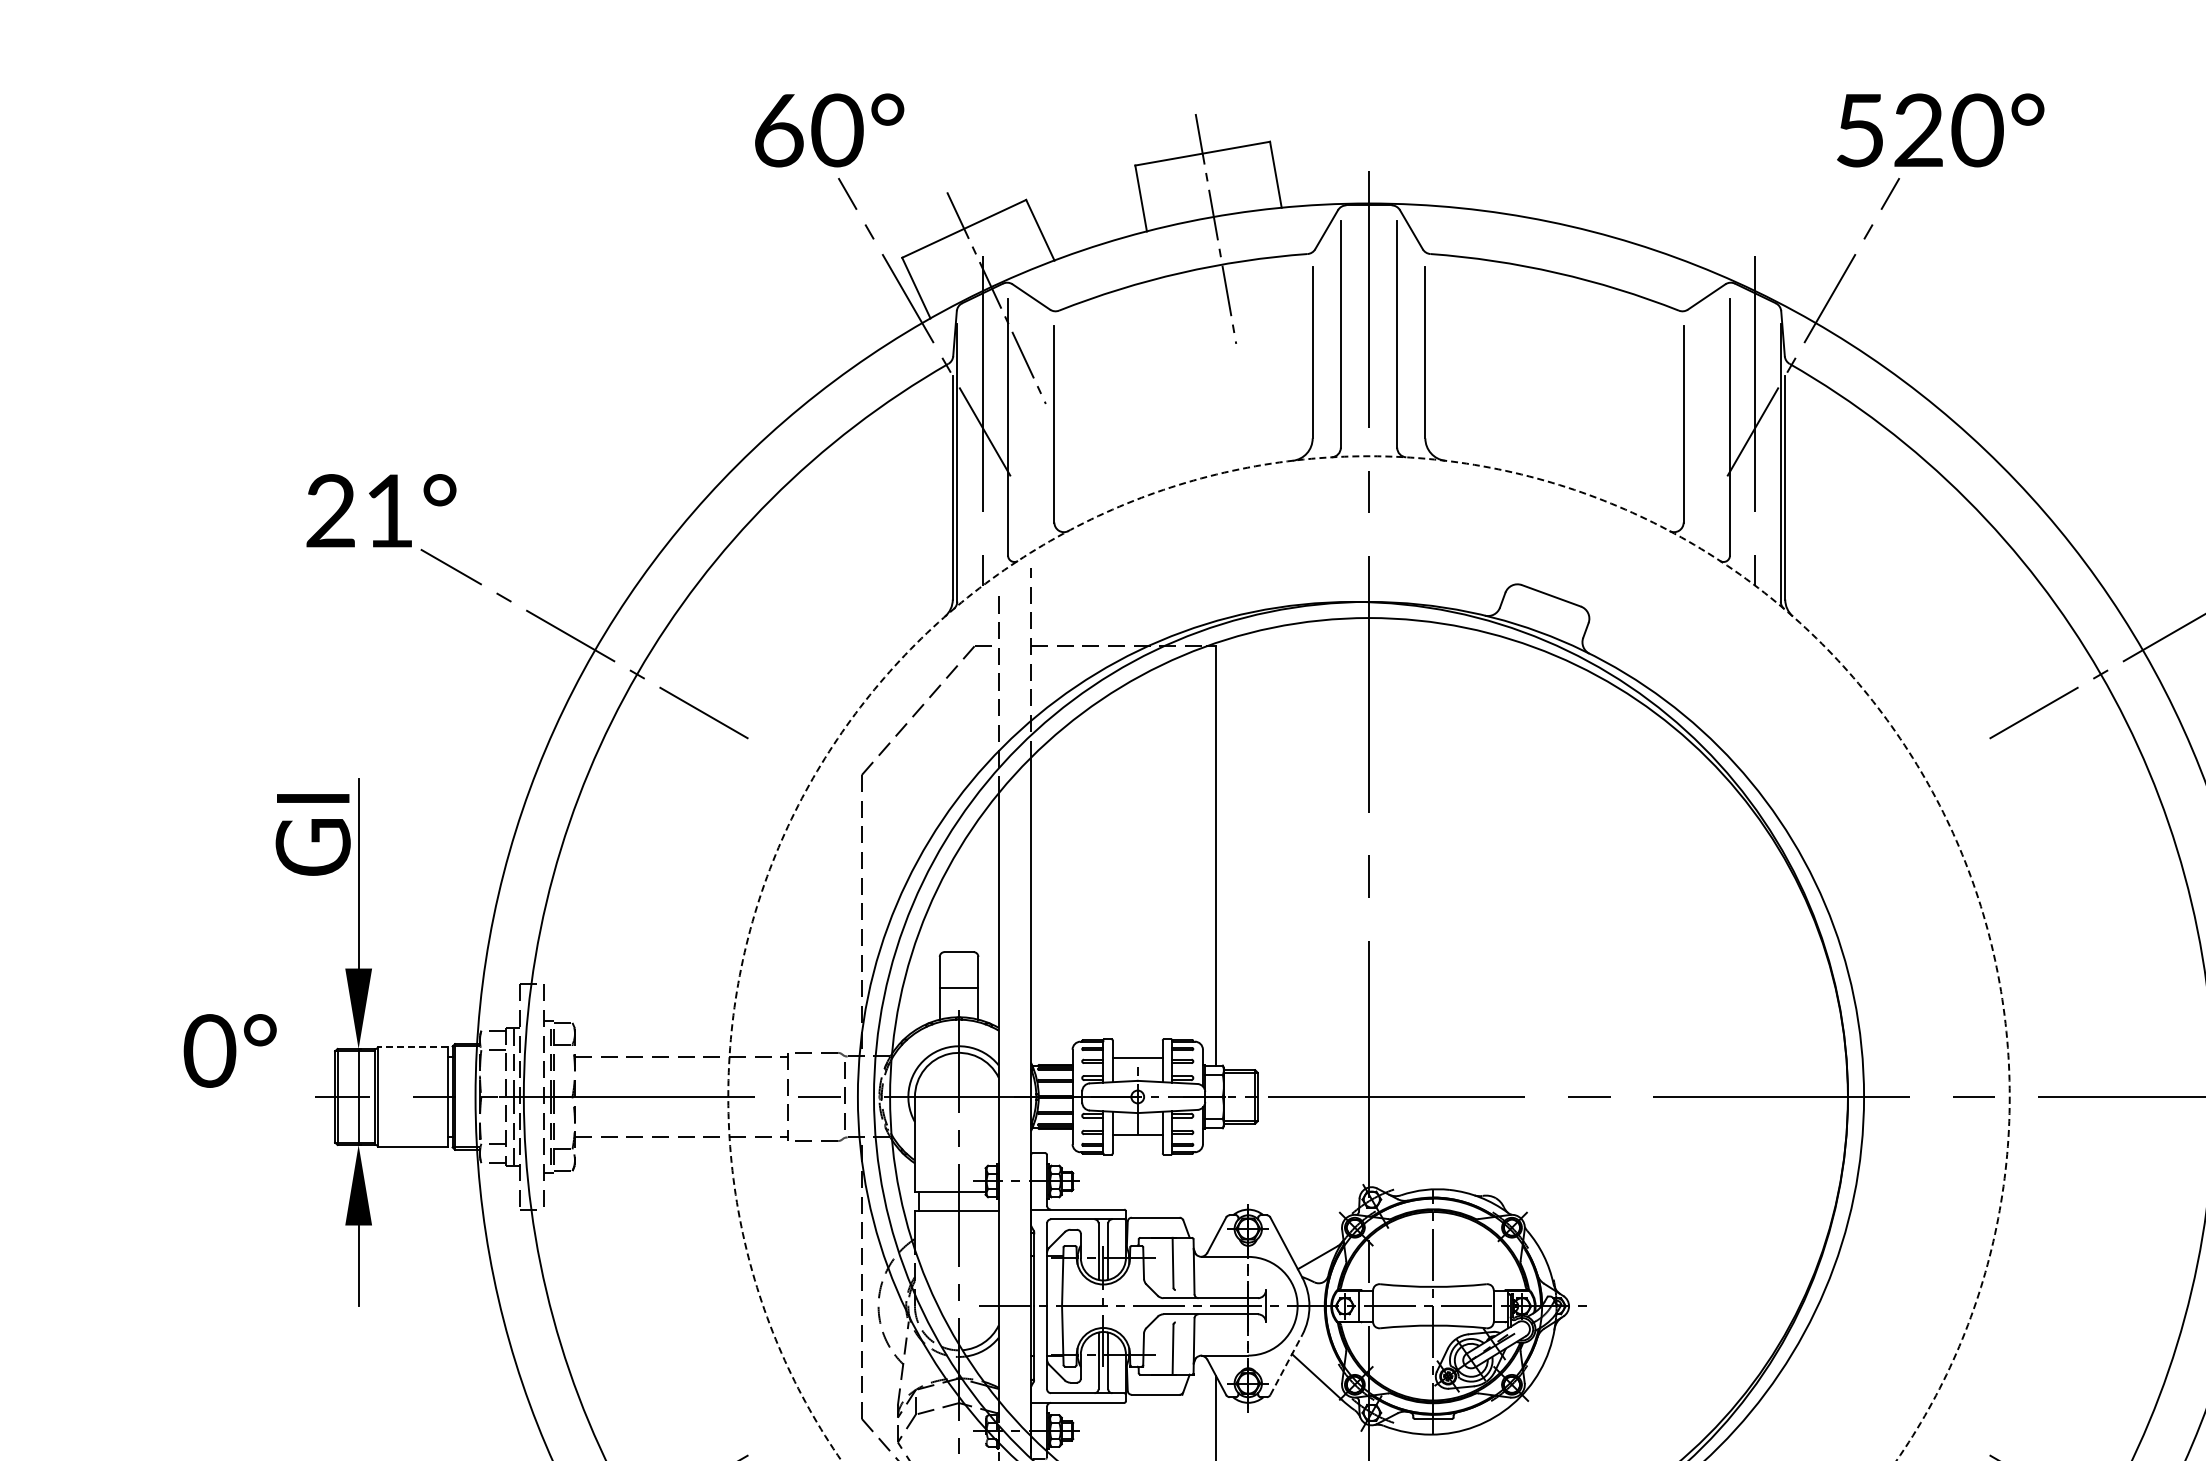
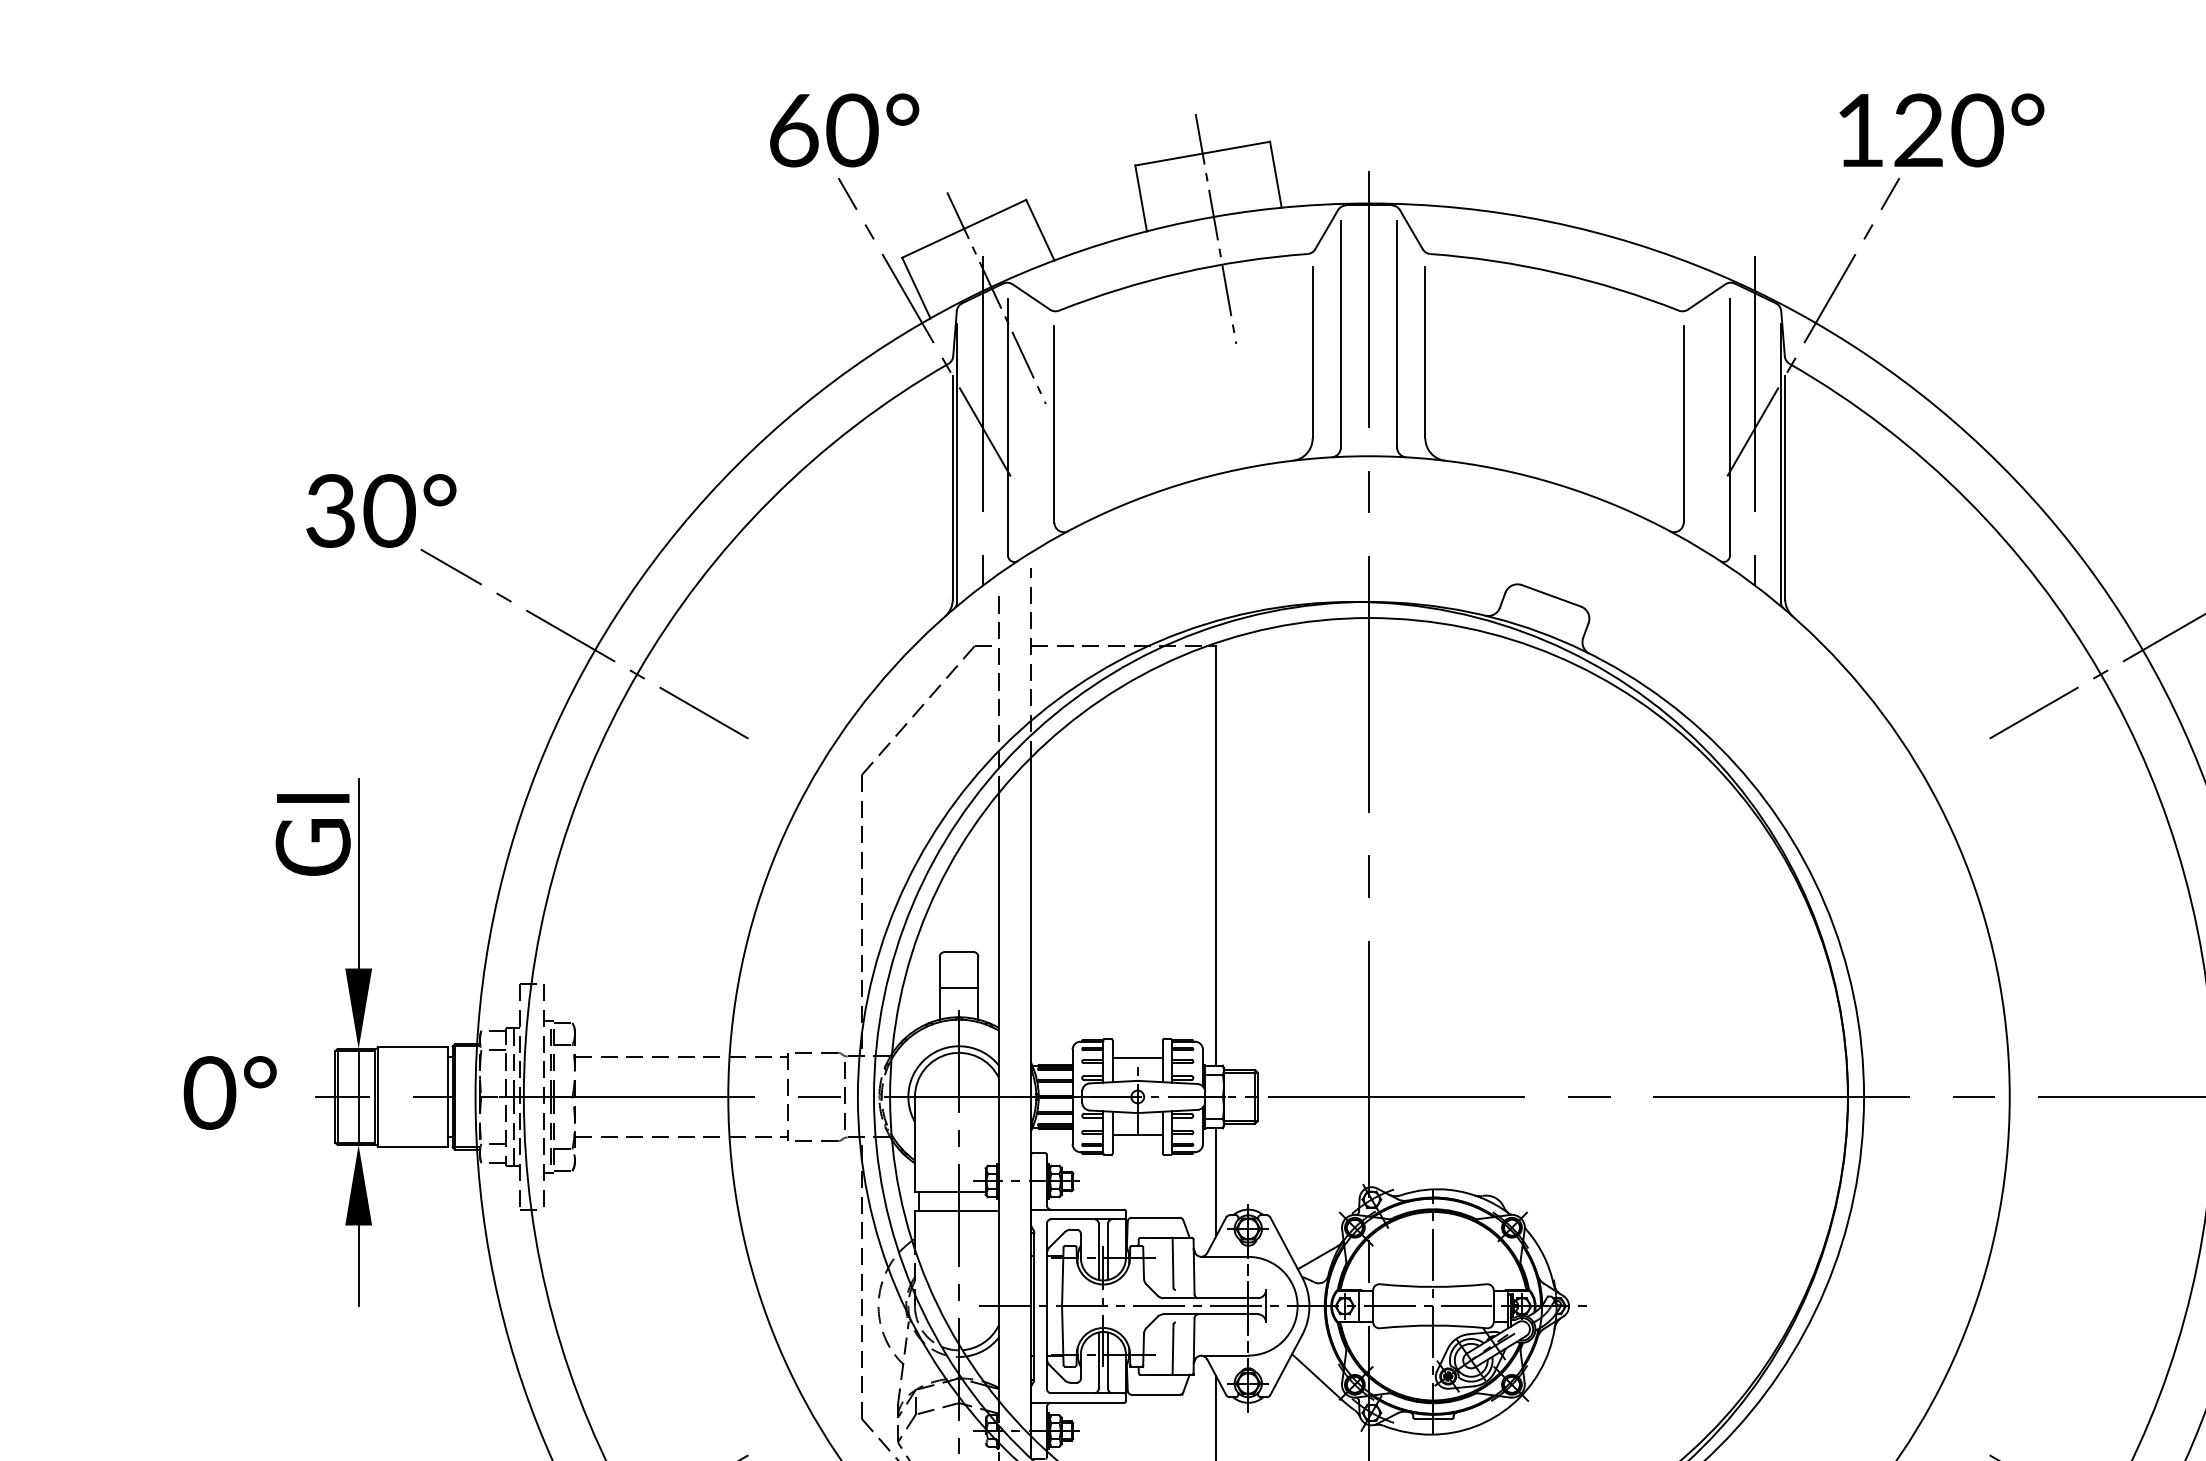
text at (829, 130) position: (829, 130) -> (844, 130)
text at (1859, 130): 520° -> 120°
text at (360, 510): 21° -> 30°
circle at (1368, 958): dashed -> solid
line at (413, 1047): dashed -> solid
text at (229, 1050) position: (229, 1050) -> (229, 1092)
line at (1216, 1182): none -> present
line at (1286, 1364): dashed -> solid
